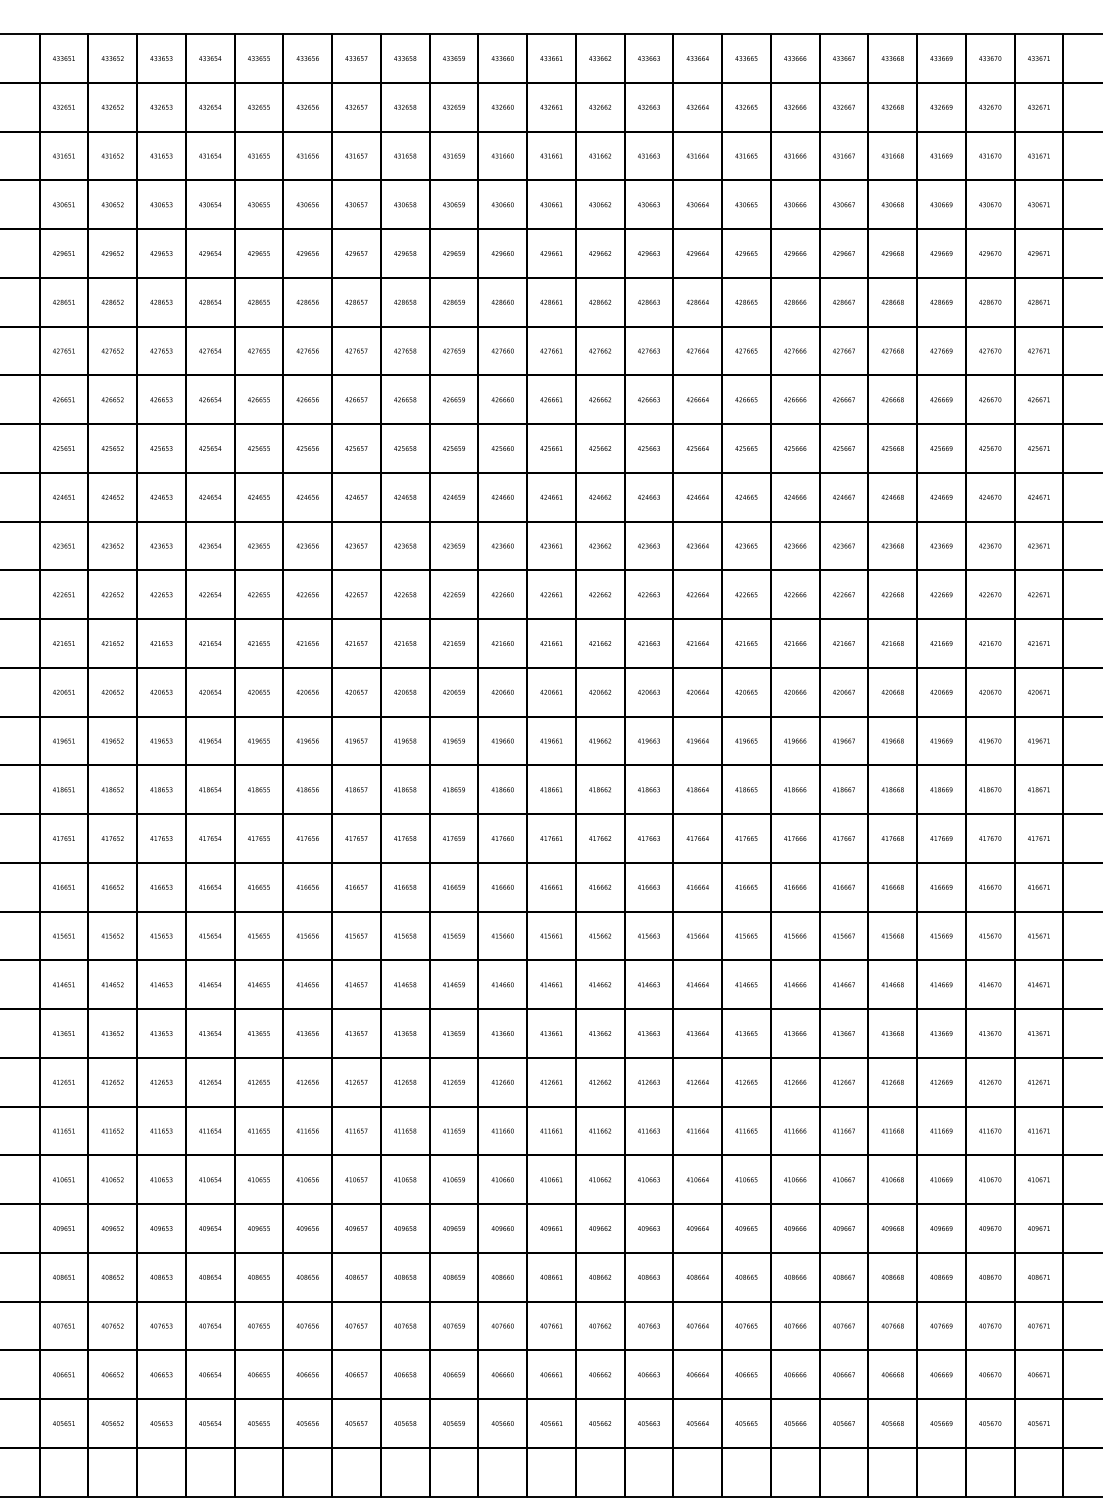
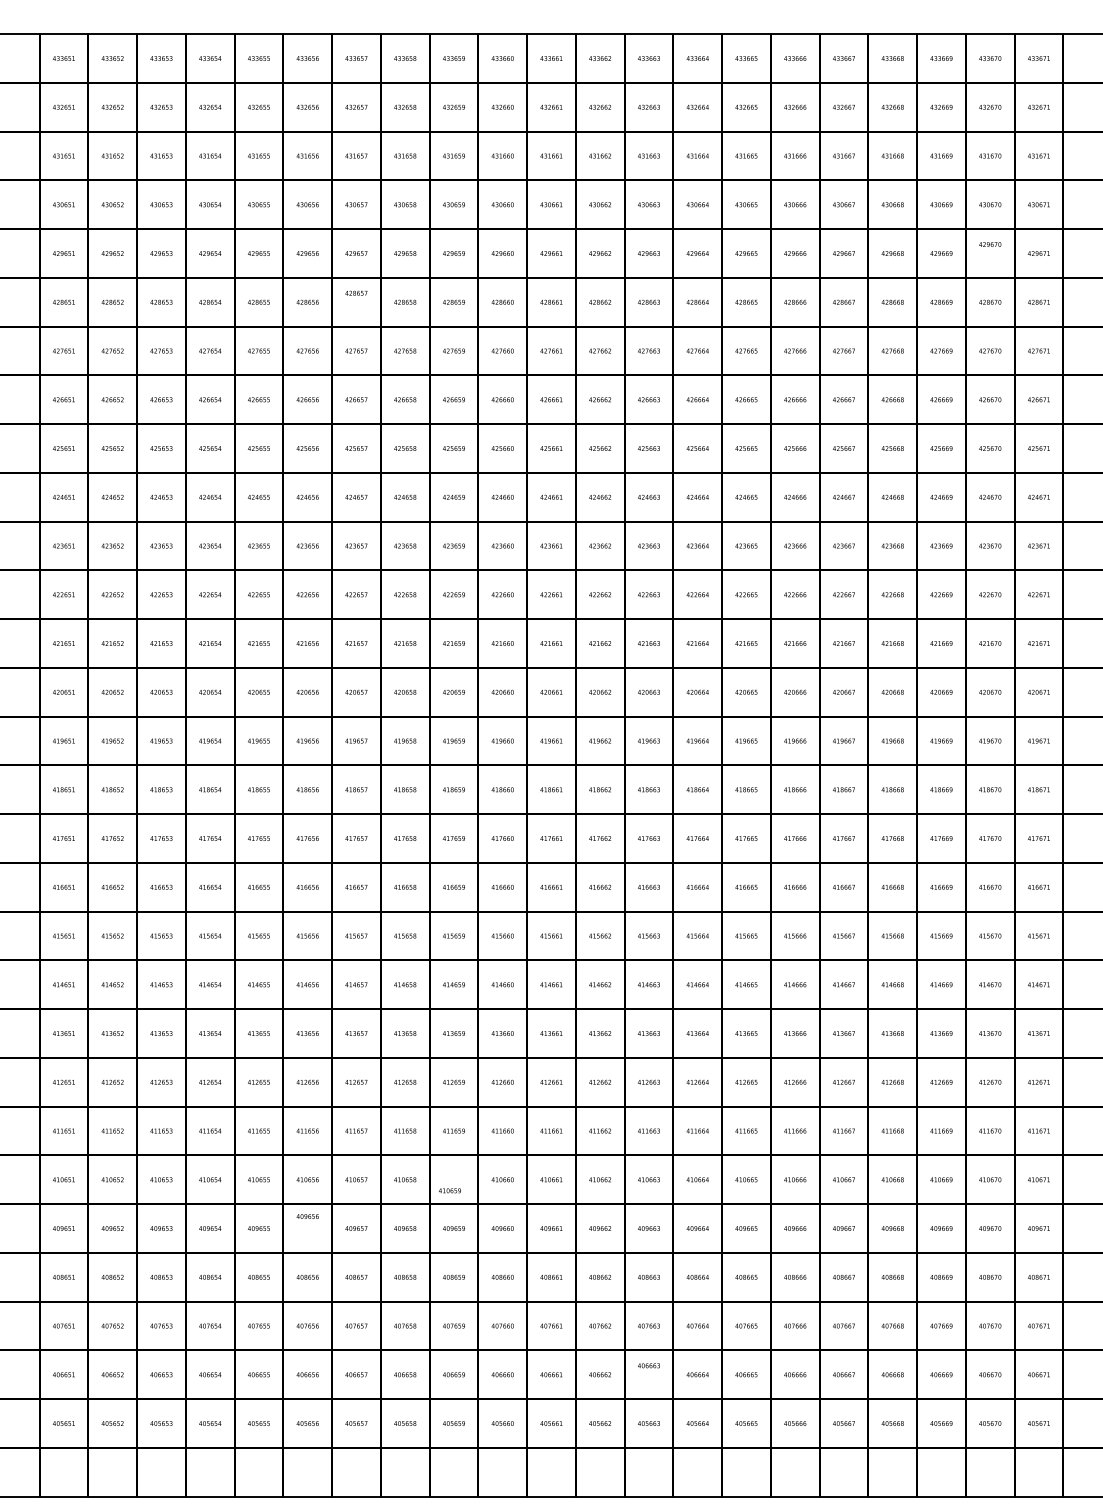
text at (990, 253) position: (990, 253) -> (990, 244)
text at (356, 301) position: (356, 301) -> (356, 292)
text at (453, 1179) position: (453, 1179) -> (449, 1190)
text at (307, 1228) position: (307, 1228) -> (307, 1216)
text at (648, 1374) position: (648, 1374) -> (648, 1365)
